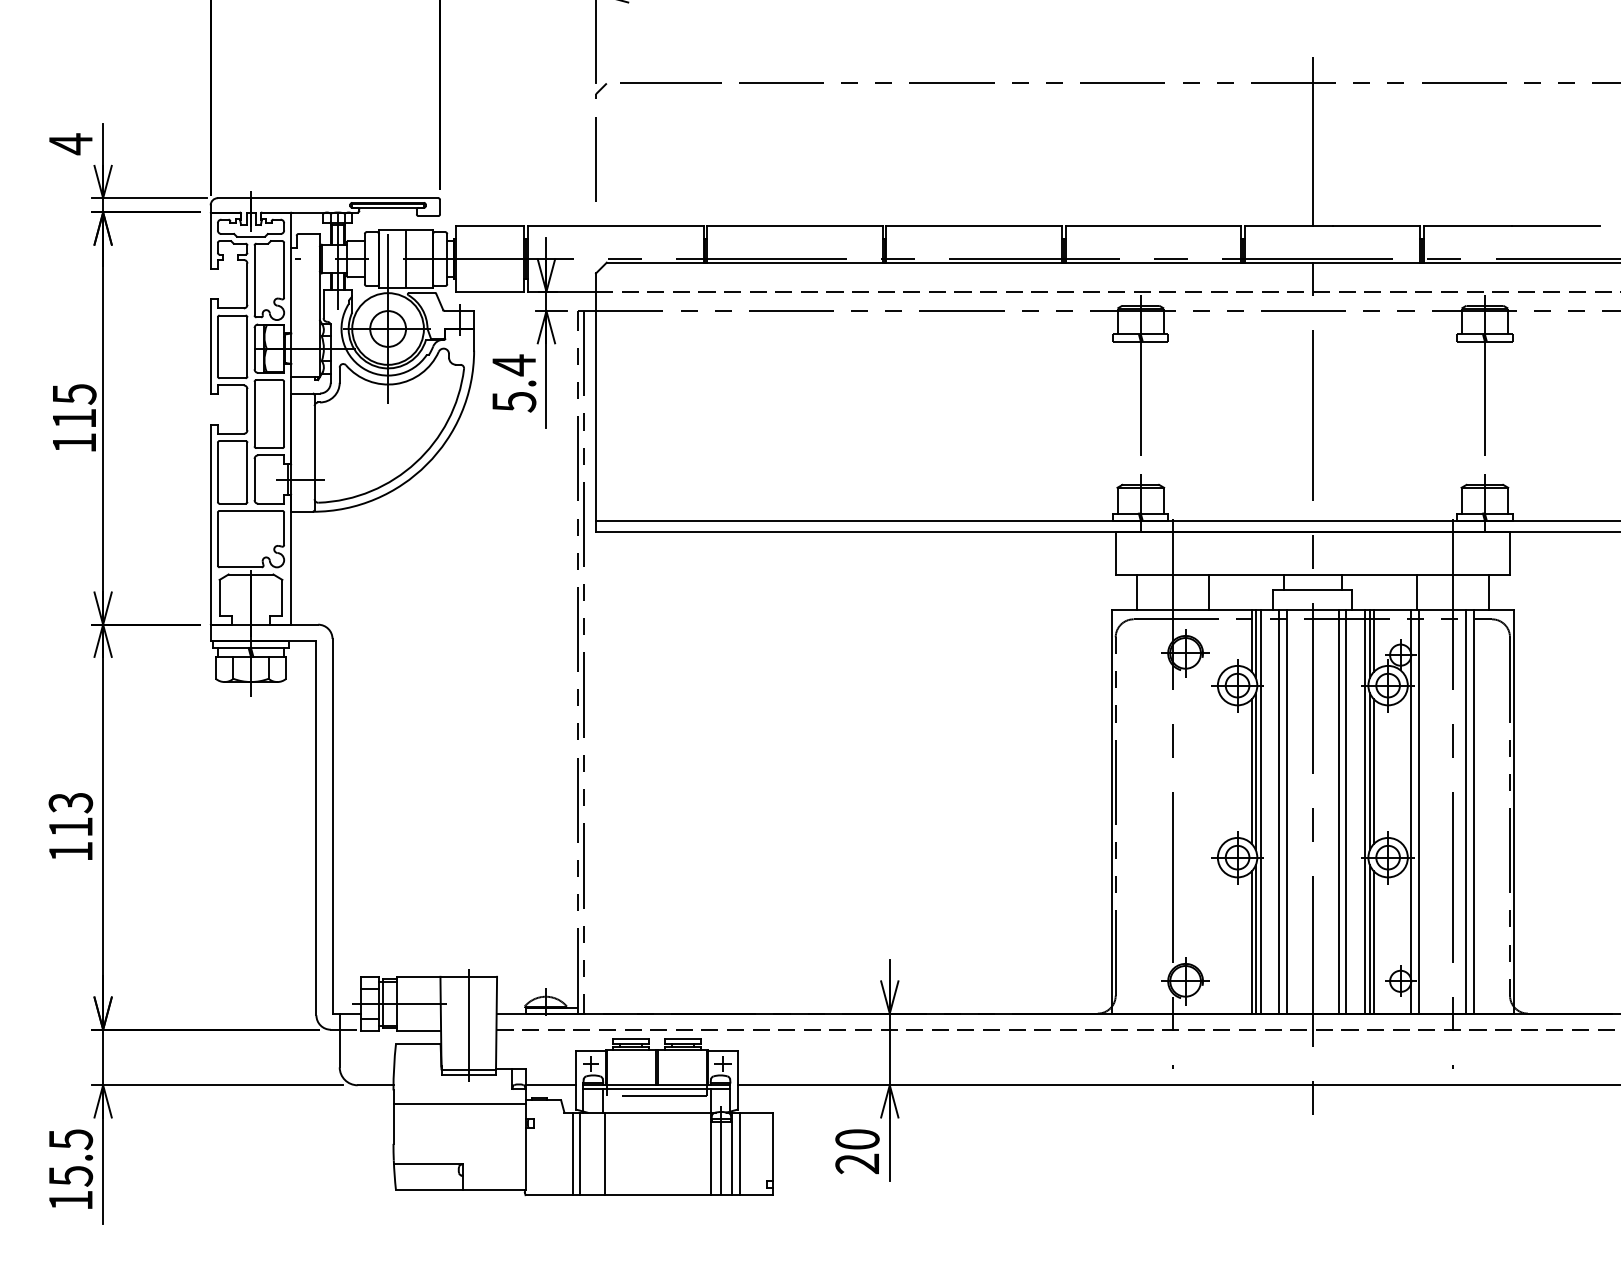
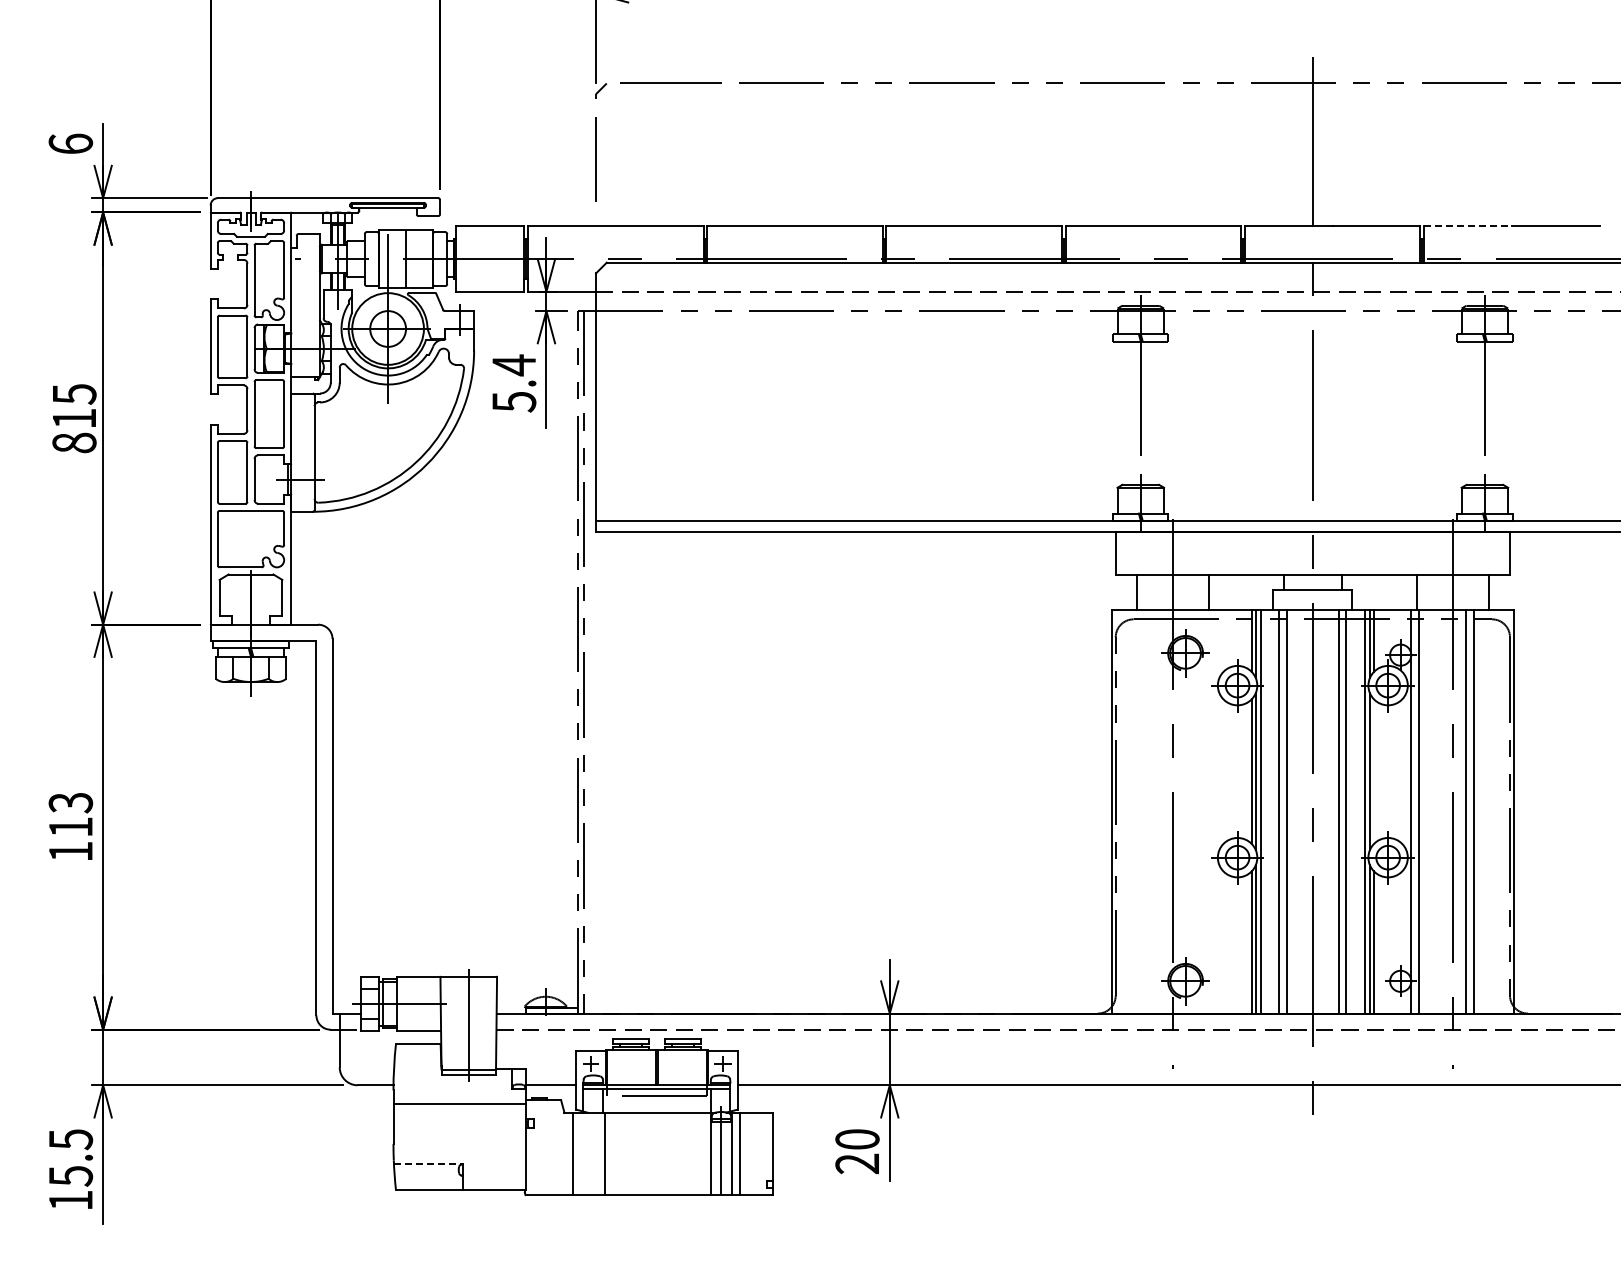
text at (70, 144): 4 -> 6
line at (1467, 226): solid -> dashed
text at (74, 442): 115 -> 815
line at (1373, 771): present -> none
line at (580, 1153): present -> none
line at (428, 1163): solid -> dashed
